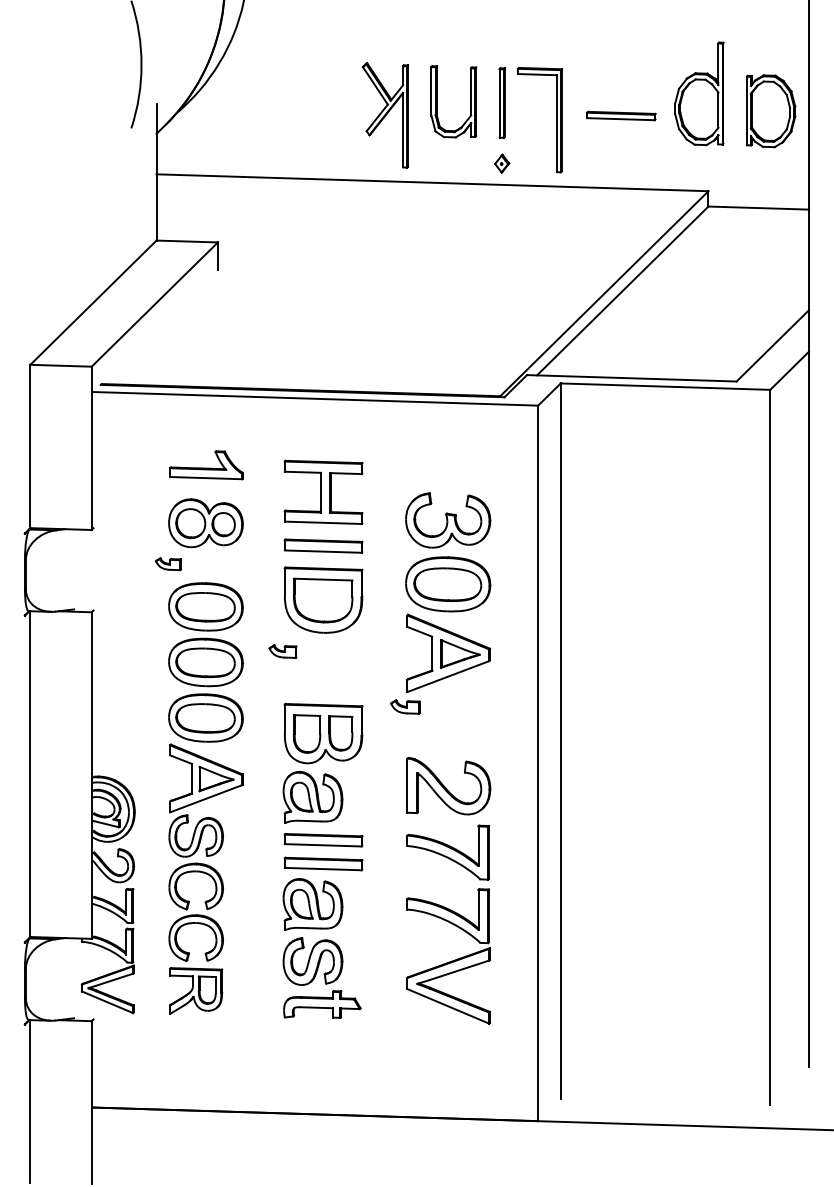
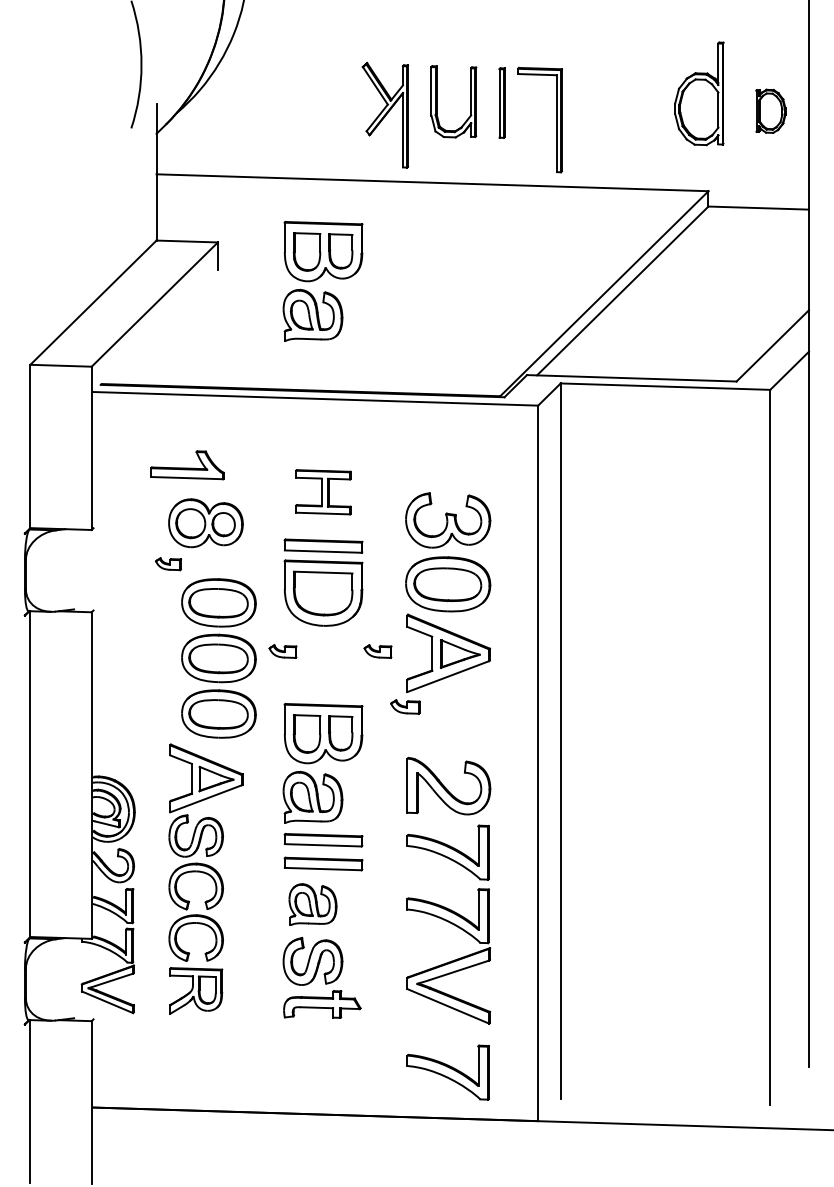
part at (770, 111) size: 52x75 px -> 32x46 px
part at (621, 115): present -> none
part at (502, 163): present -> none
part at (322, 280): none -> present
part at (206, 465) position: (206, 465) -> (187, 465)
part at (323, 491) size: 81x66 px -> 57x47 px
part at (323, 599) position: (323, 599) -> (323, 592)
part at (377, 651): none -> present
part at (205, 662) position: (205, 662) -> (218, 658)
part at (312, 904) size: 62x54 px -> 50x43 px
part at (447, 1072): none -> present
